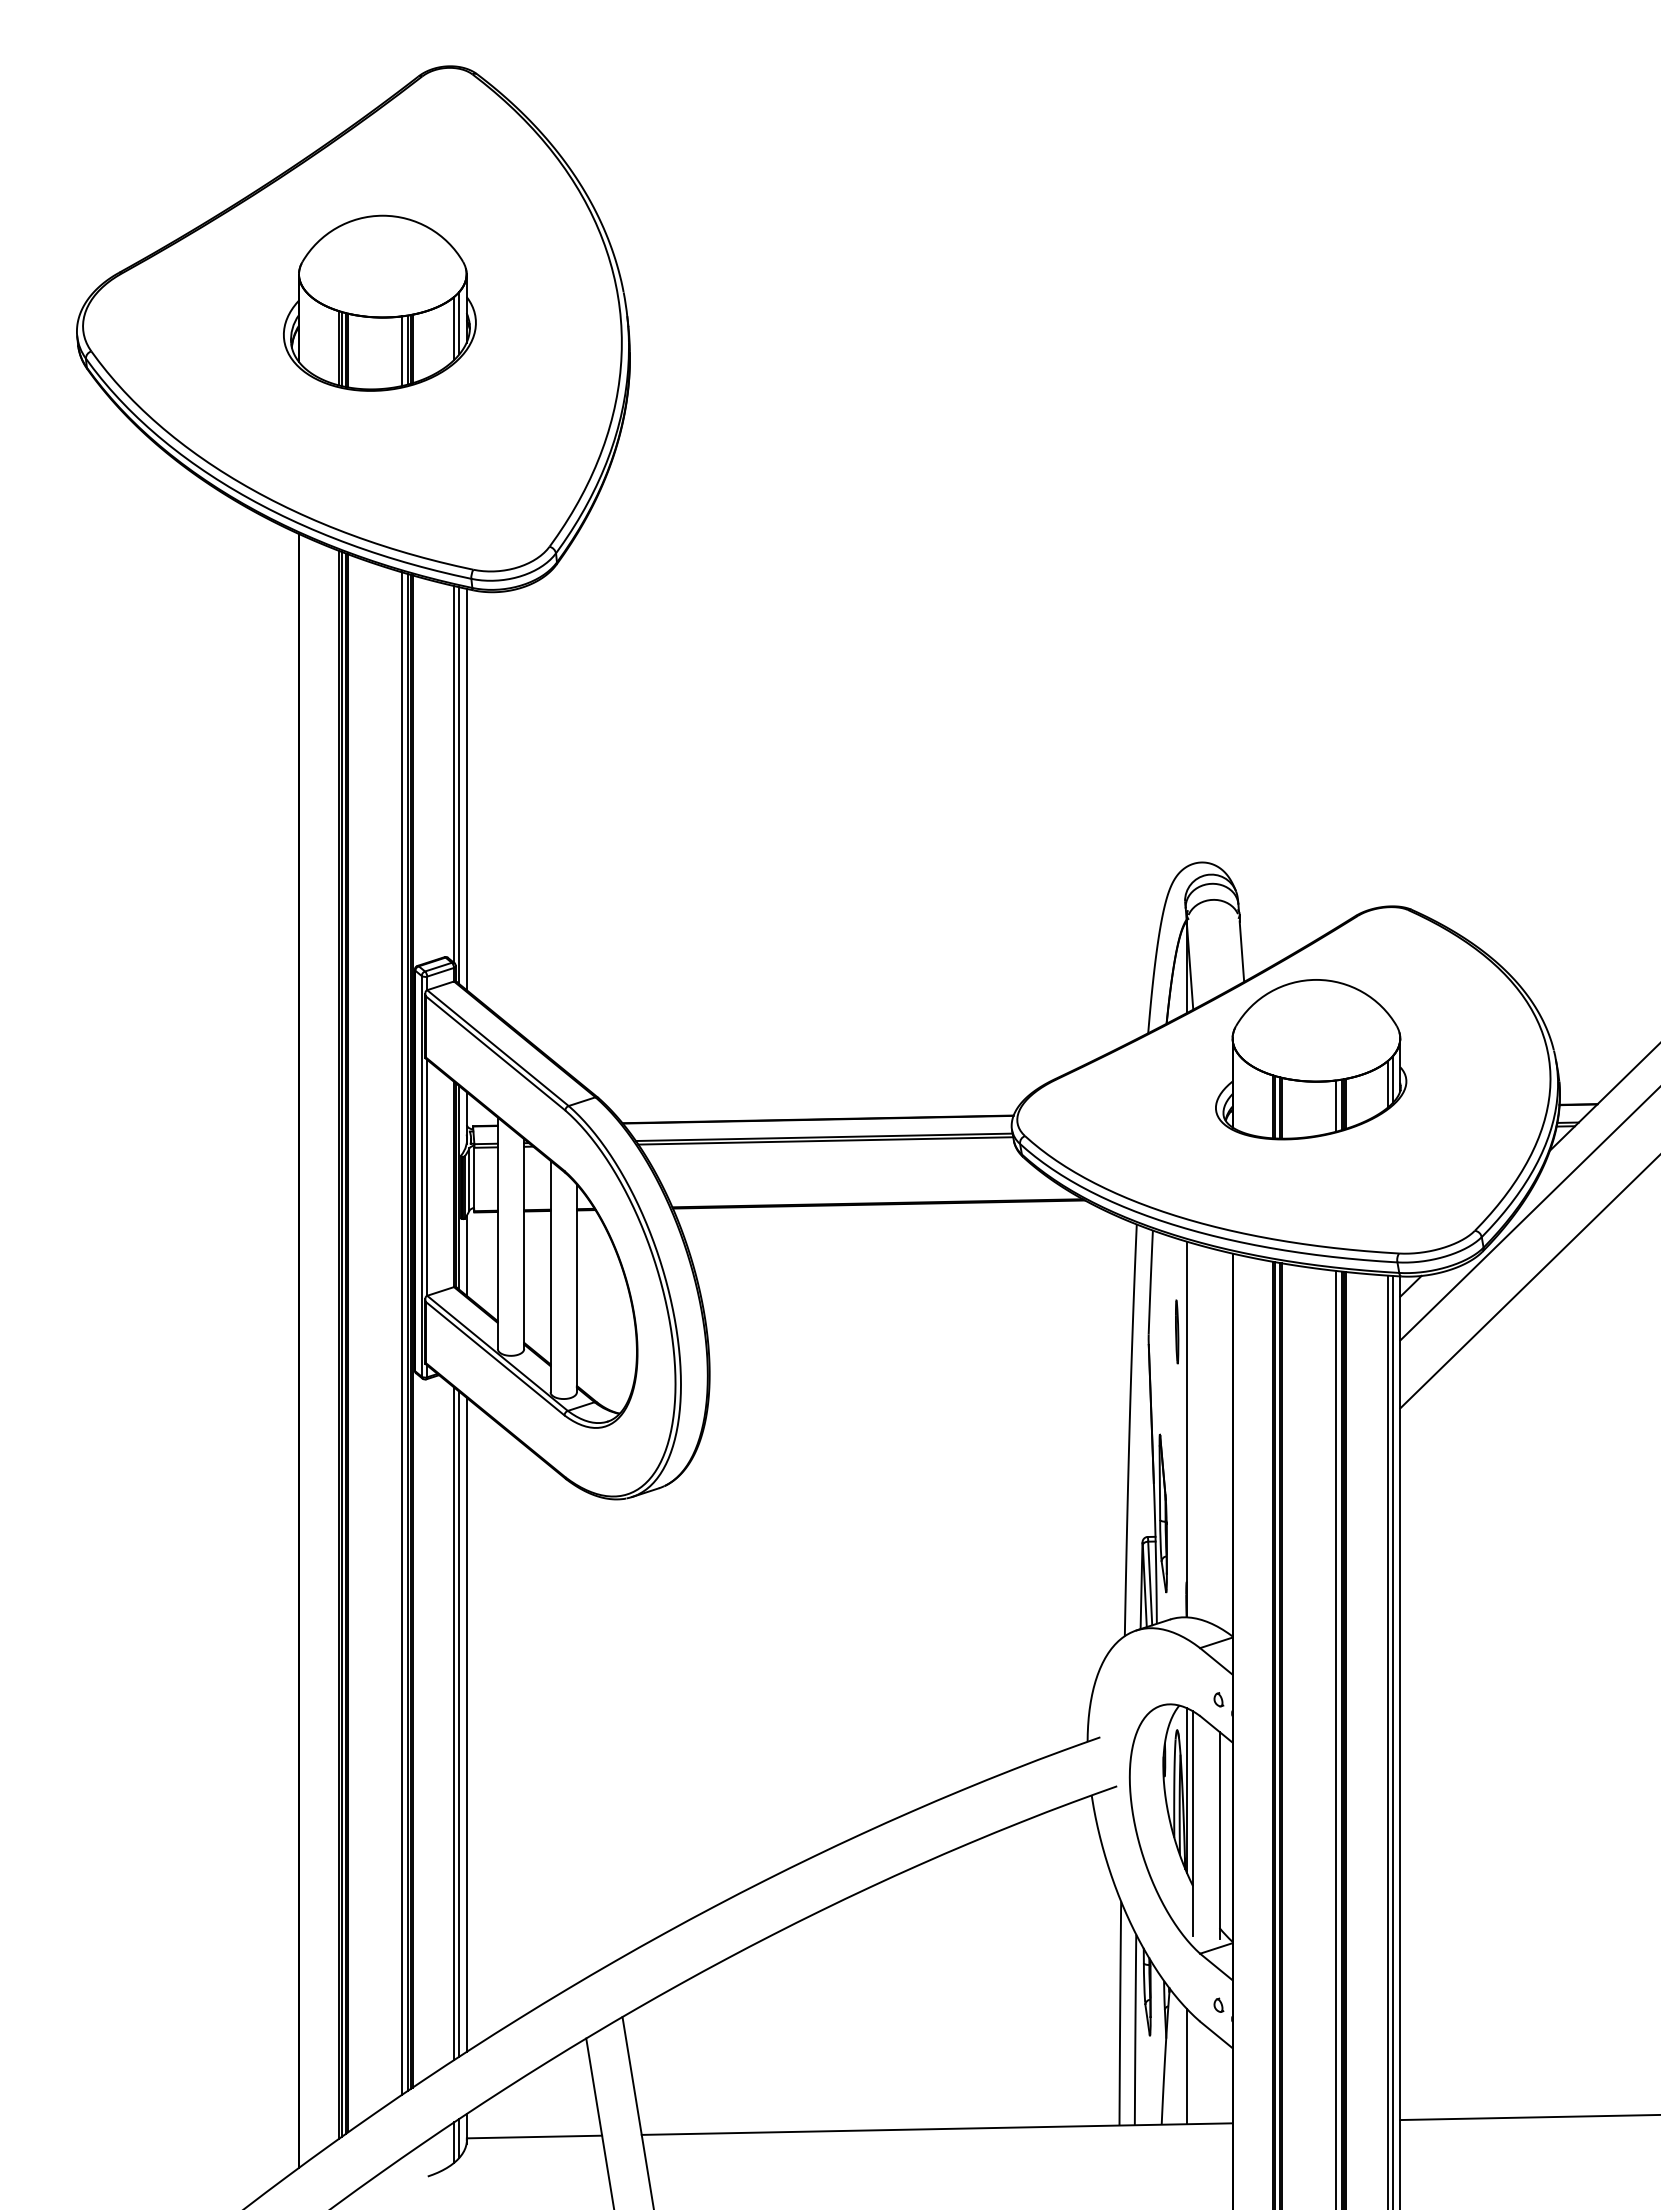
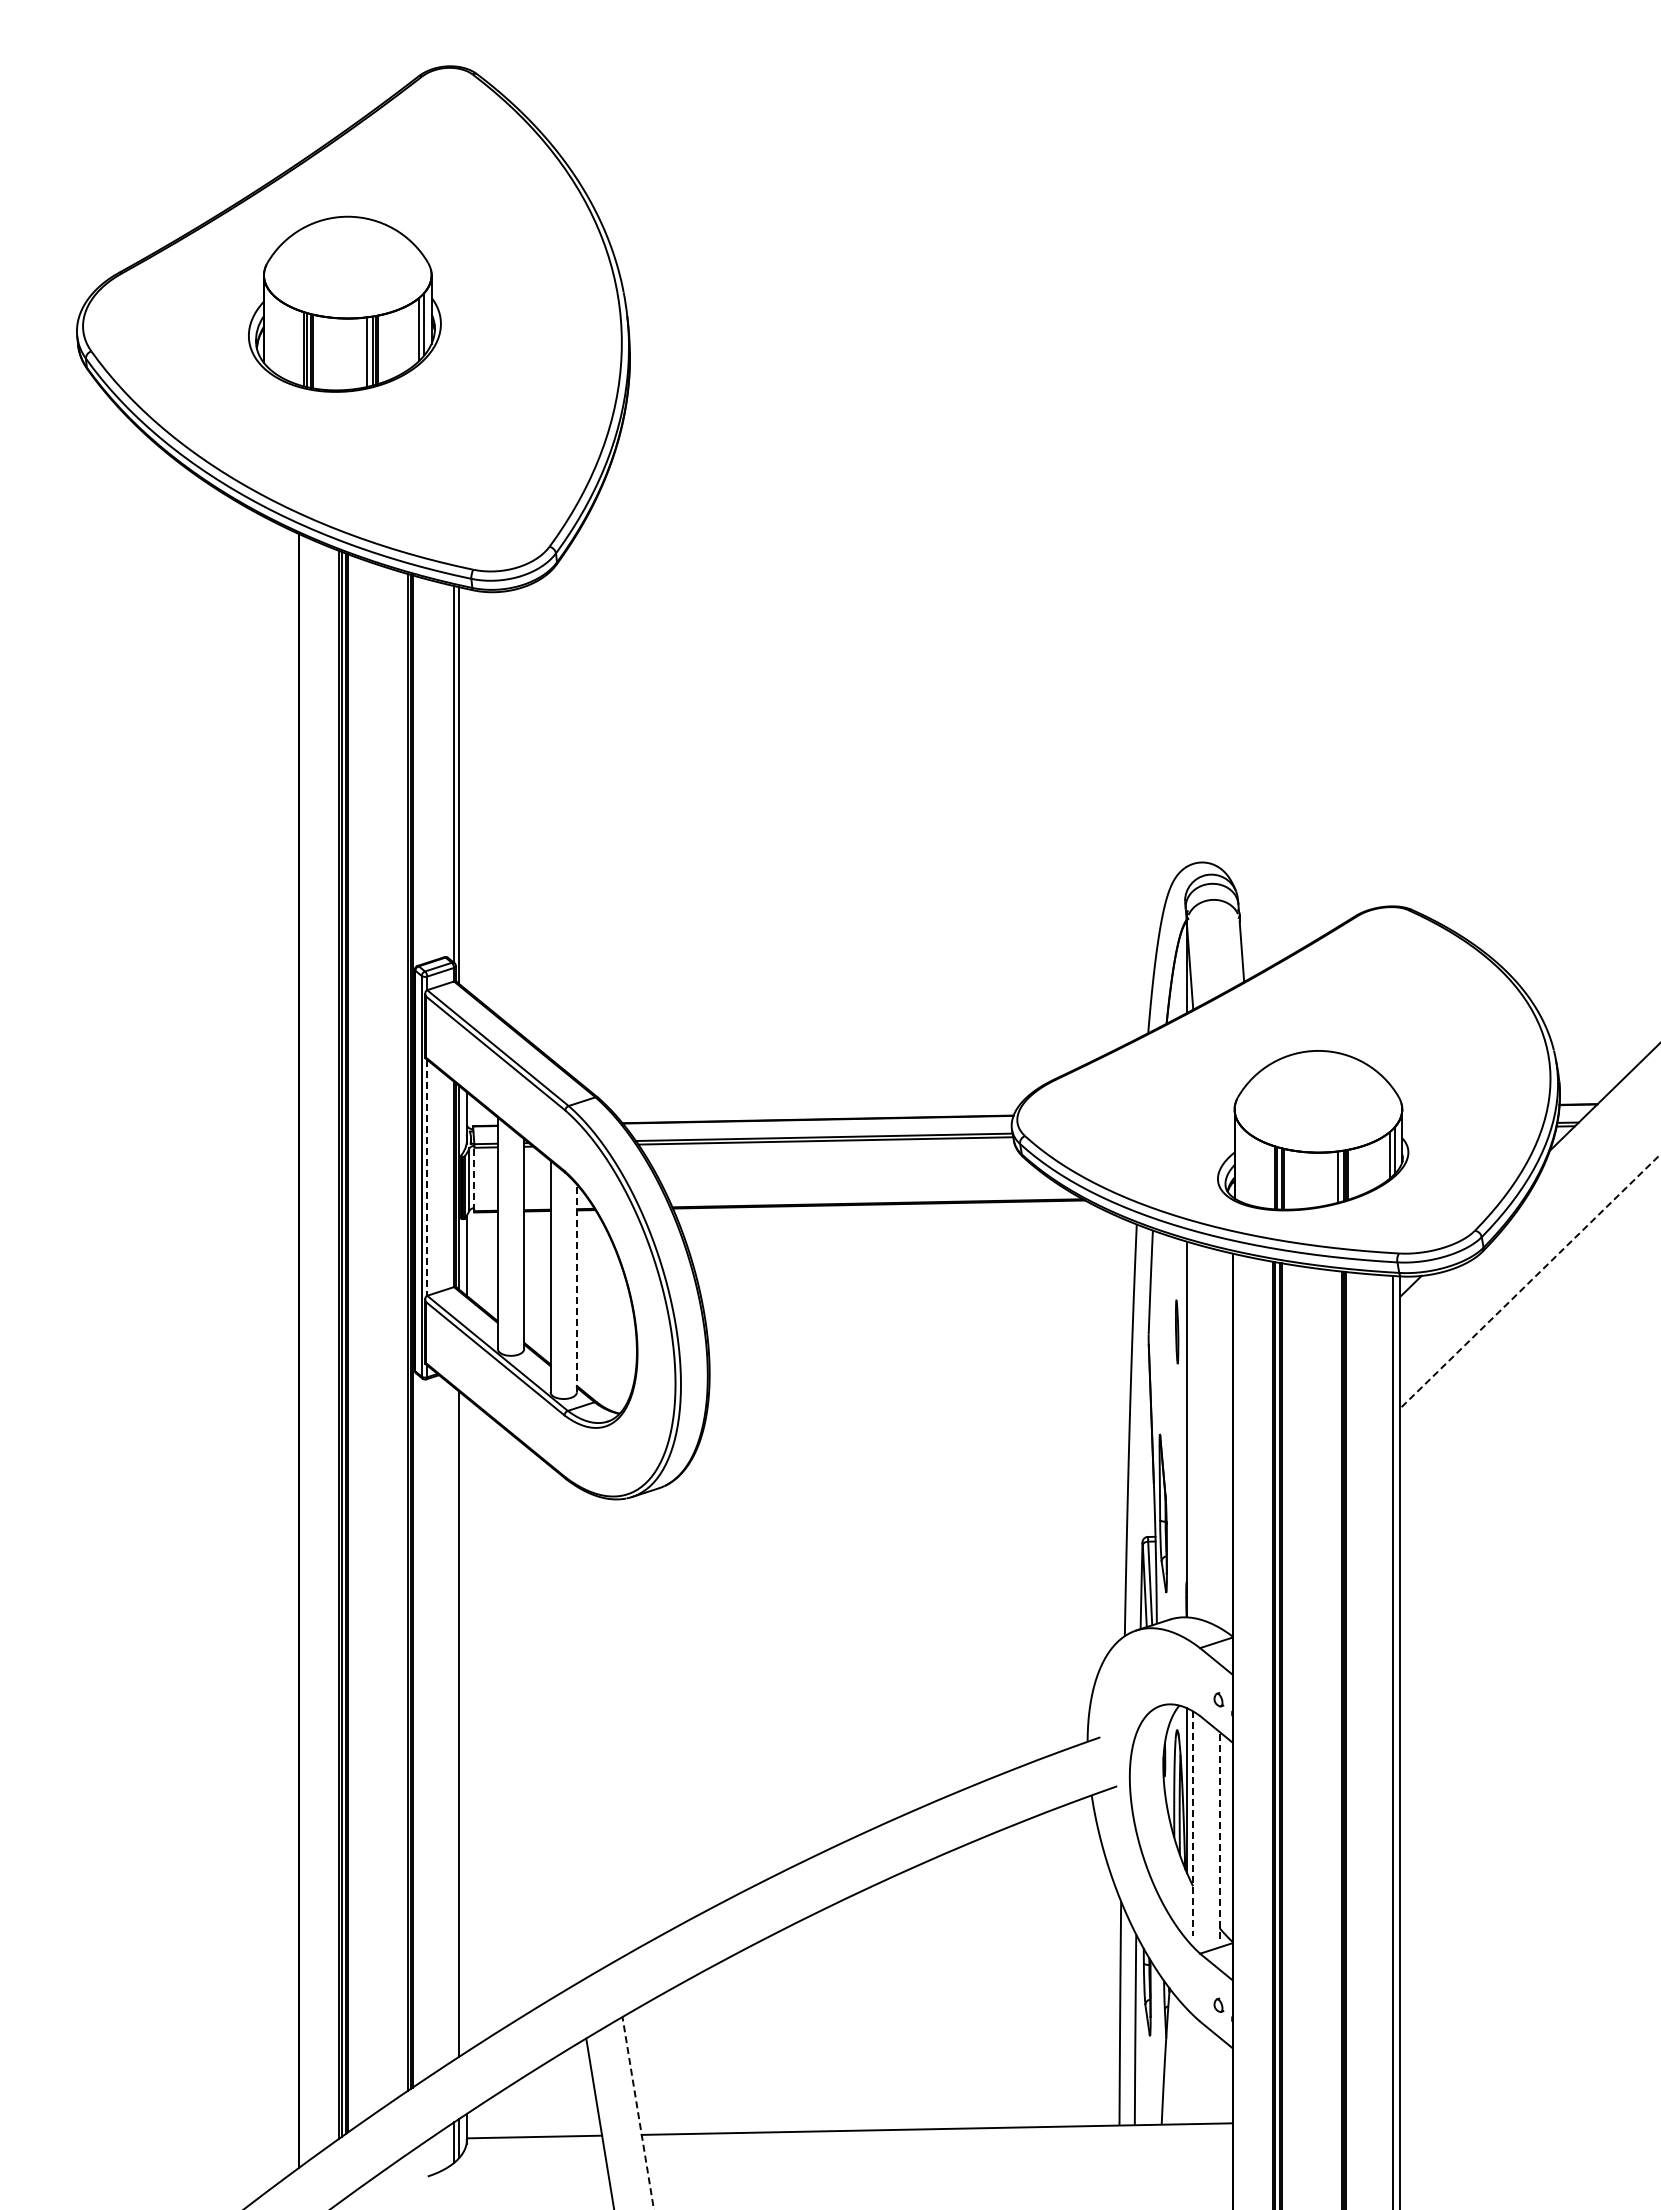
part at (379, 302) position: (379, 302) -> (344, 303)
line at (466, 789): present -> none
part at (1311, 1059) position: (1311, 1059) -> (1313, 1130)
line at (427, 1177): solid -> dashed
line at (474, 1179): solid -> dashed
line at (1528, 1214): present -> none
line at (1530, 1281): solid -> dashed
line at (576, 1288): solid -> dashed
line at (402, 1333): present -> none
line at (454, 1723): present -> none
line at (466, 1724): present -> none
line at (1336, 1738): present -> none
line at (1387, 1740): present -> none
line at (1193, 1824): solid -> dashed
line at (1219, 1834): solid -> dashed
line at (1186, 2066): present -> none
line at (638, 2112): solid -> dashed
line at (1528, 2117): present -> none
